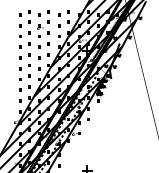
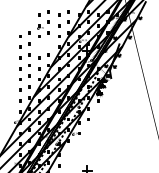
part at (24, 18): present -> none
part at (43, 45): present -> none
